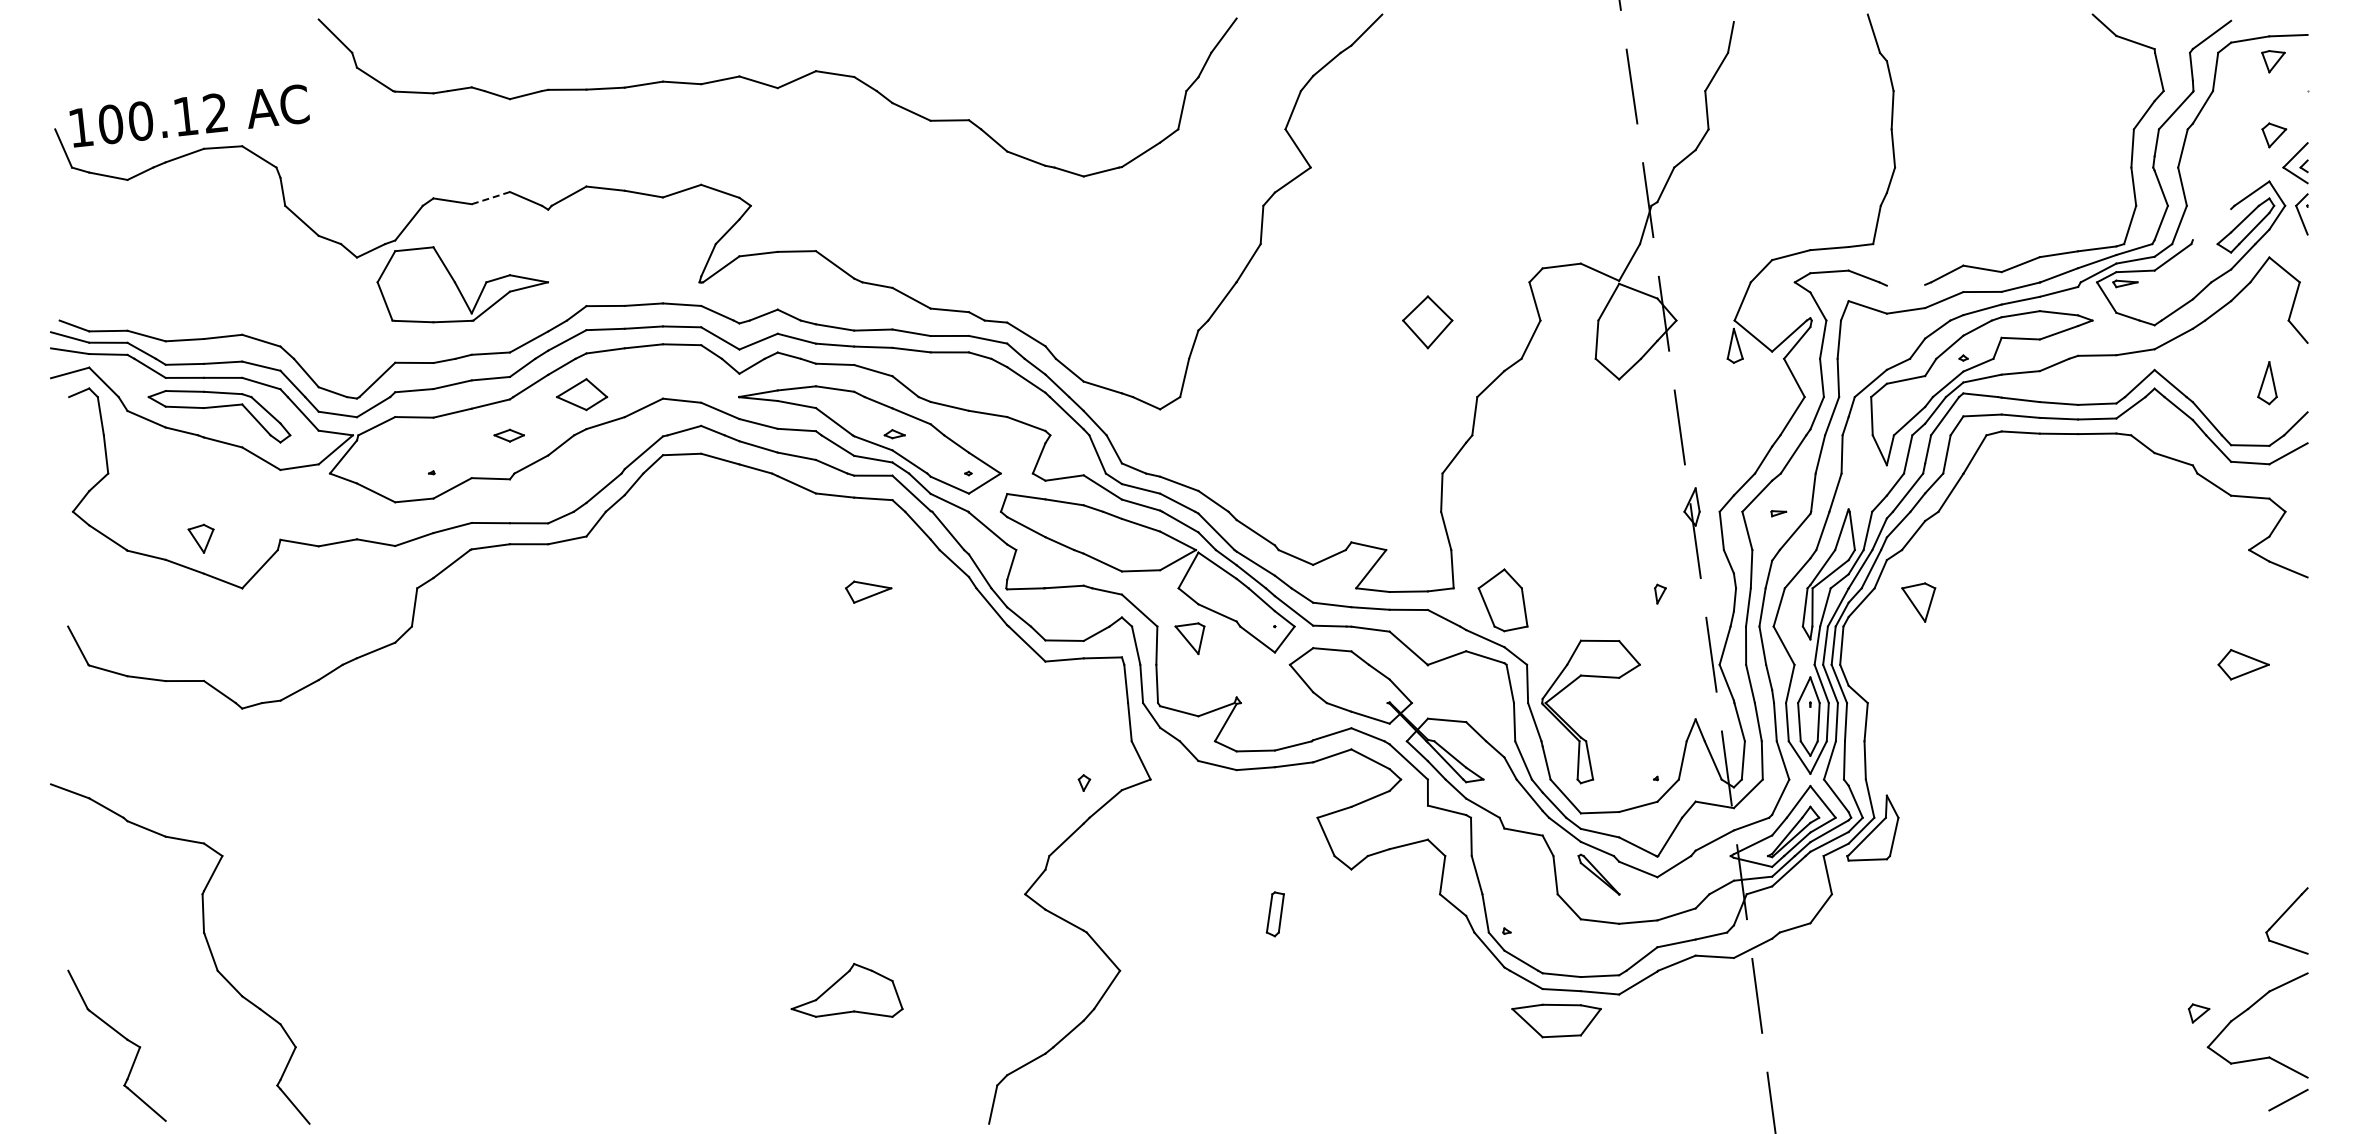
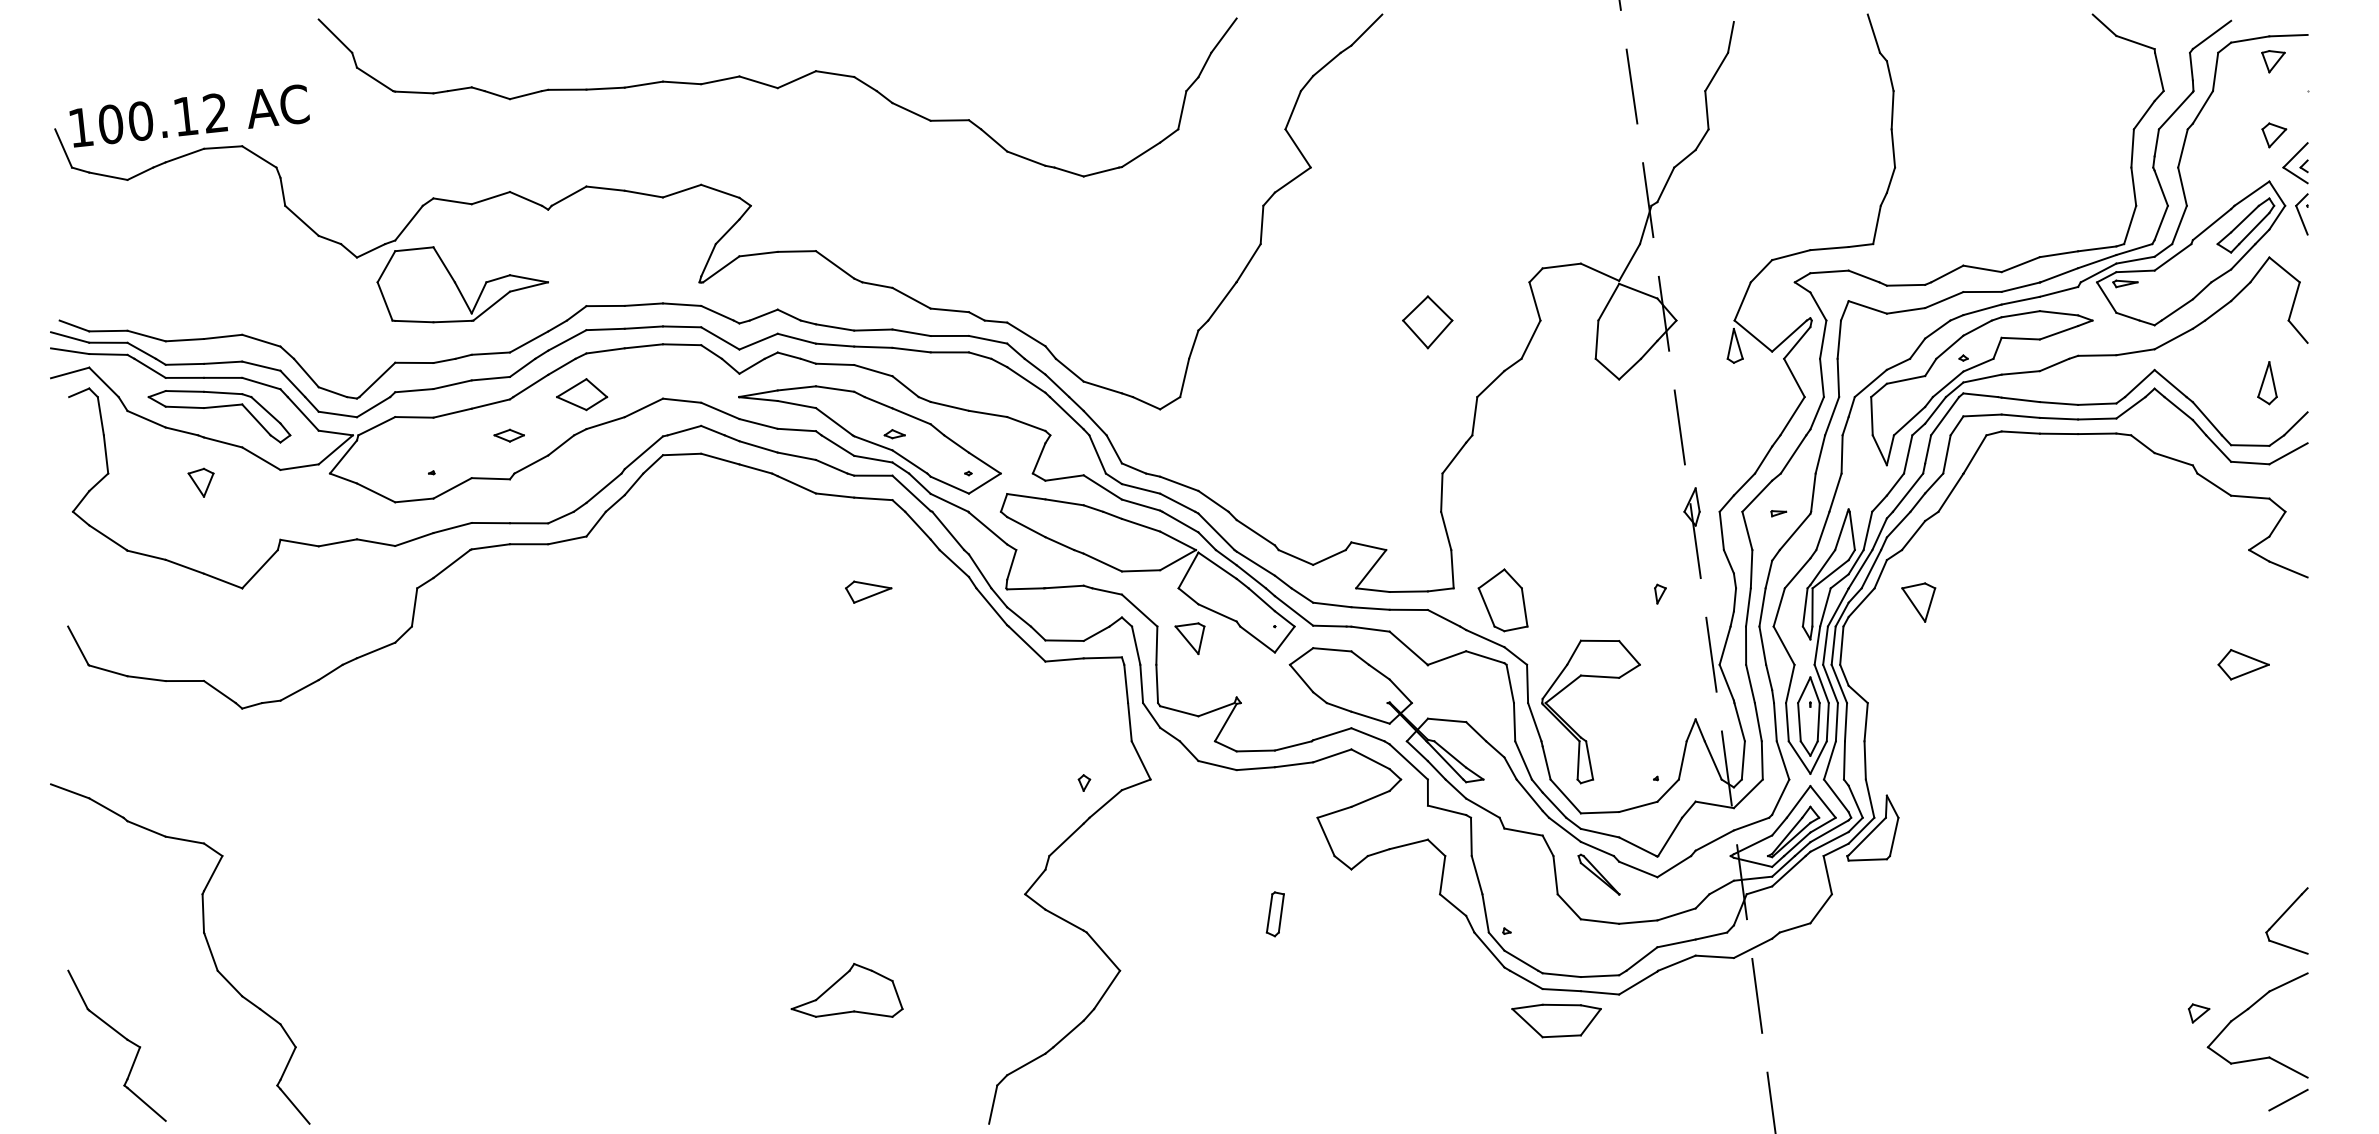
line at (490, 198): dashed -> solid
line at (2211, 224): none -> present
line at (1905, 284): none -> present
part at (200, 538) position: (200, 538) -> (200, 482)
